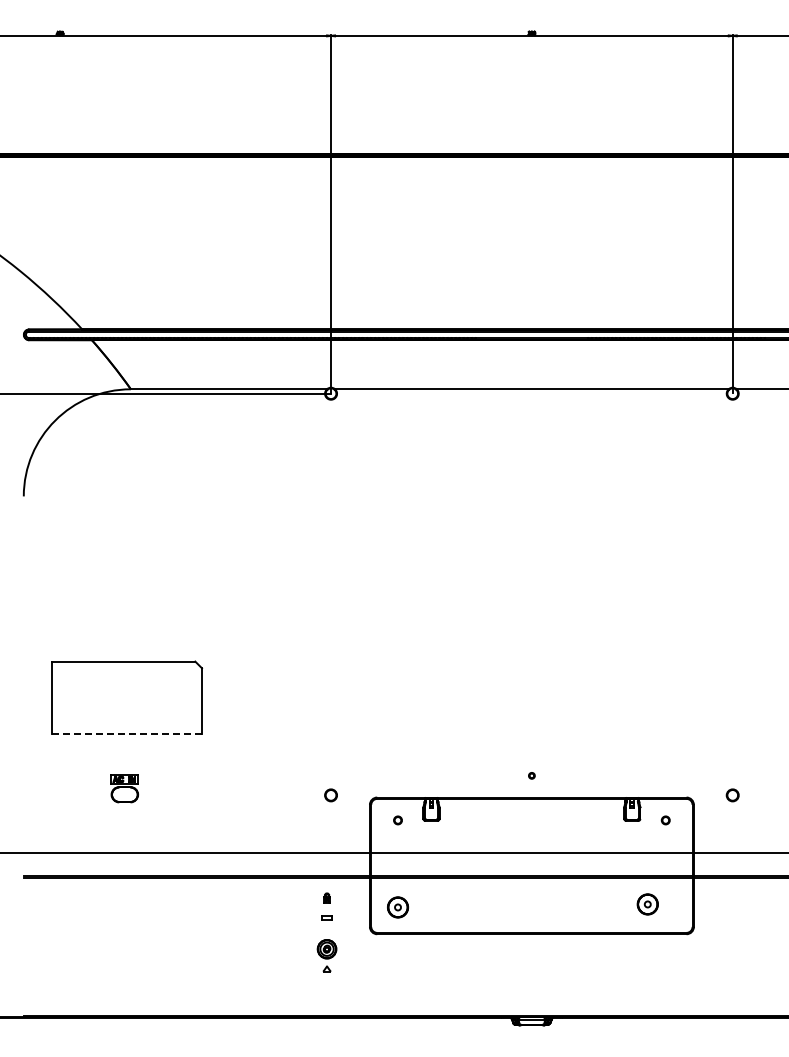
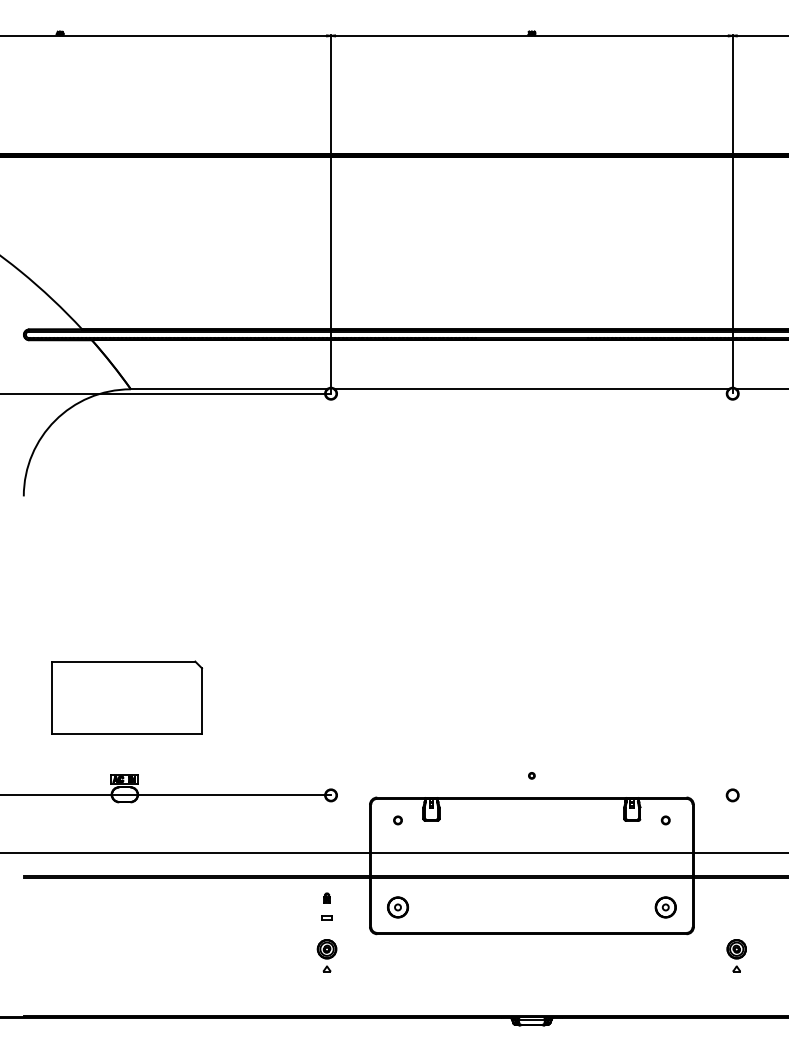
line at (127, 733): dashed -> solid
line at (166, 795): none -> present
part at (647, 904) position: (647, 904) -> (665, 907)
part at (736, 955): none -> present
